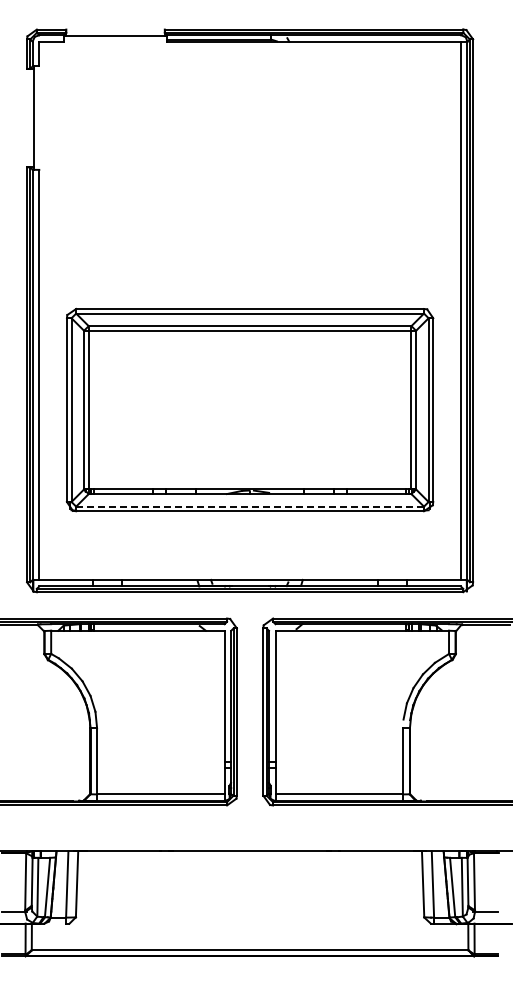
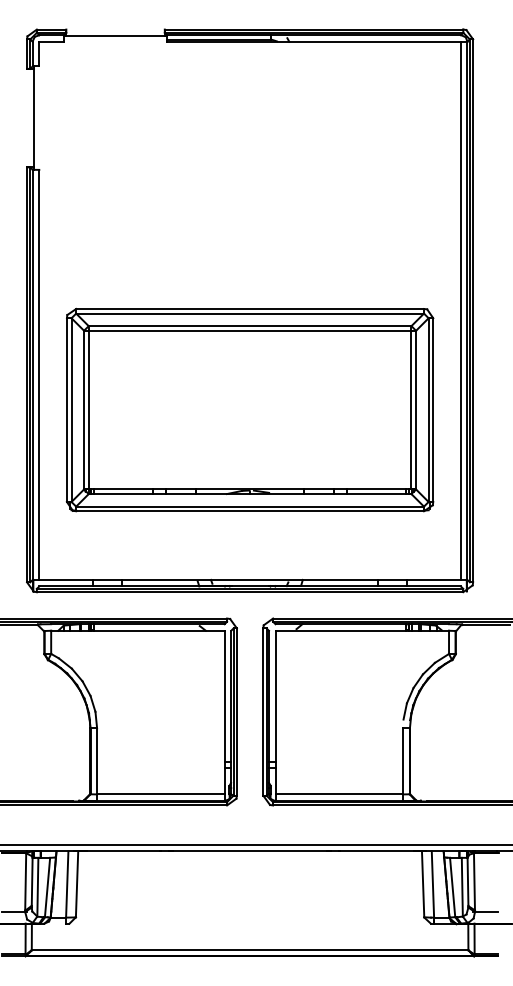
line at (250, 506): dashed -> solid
line at (255, 844): none -> present
